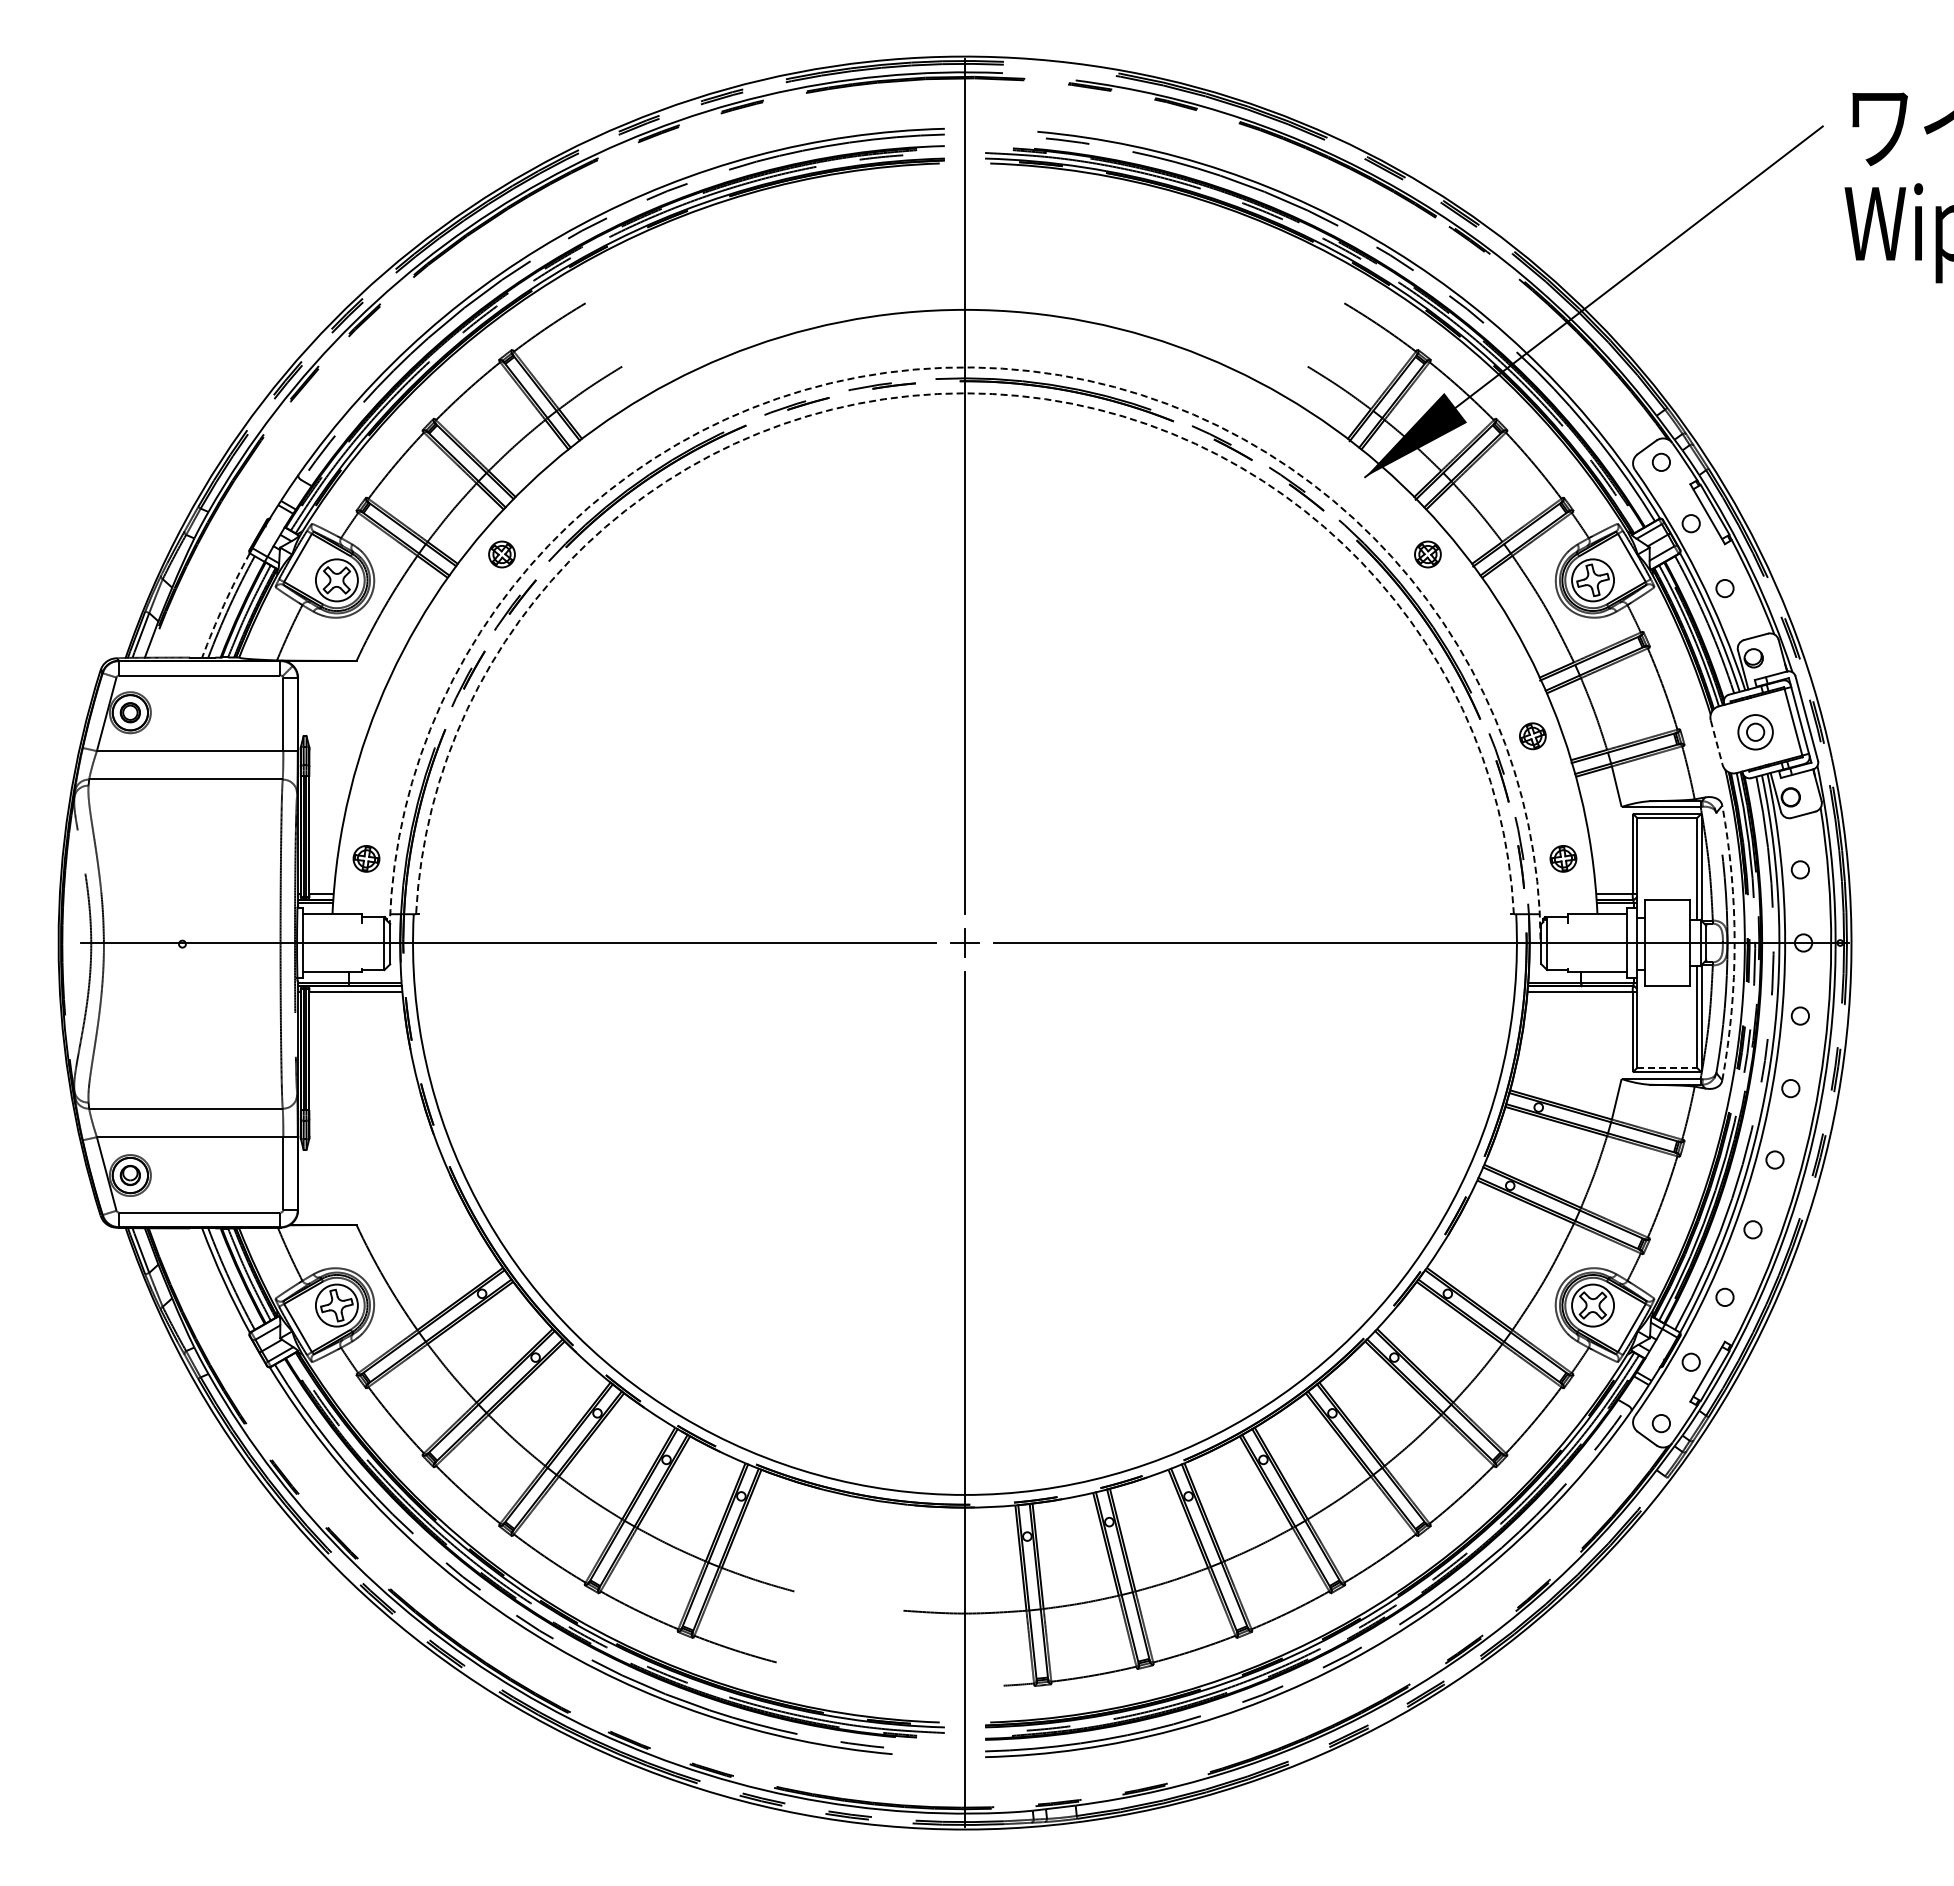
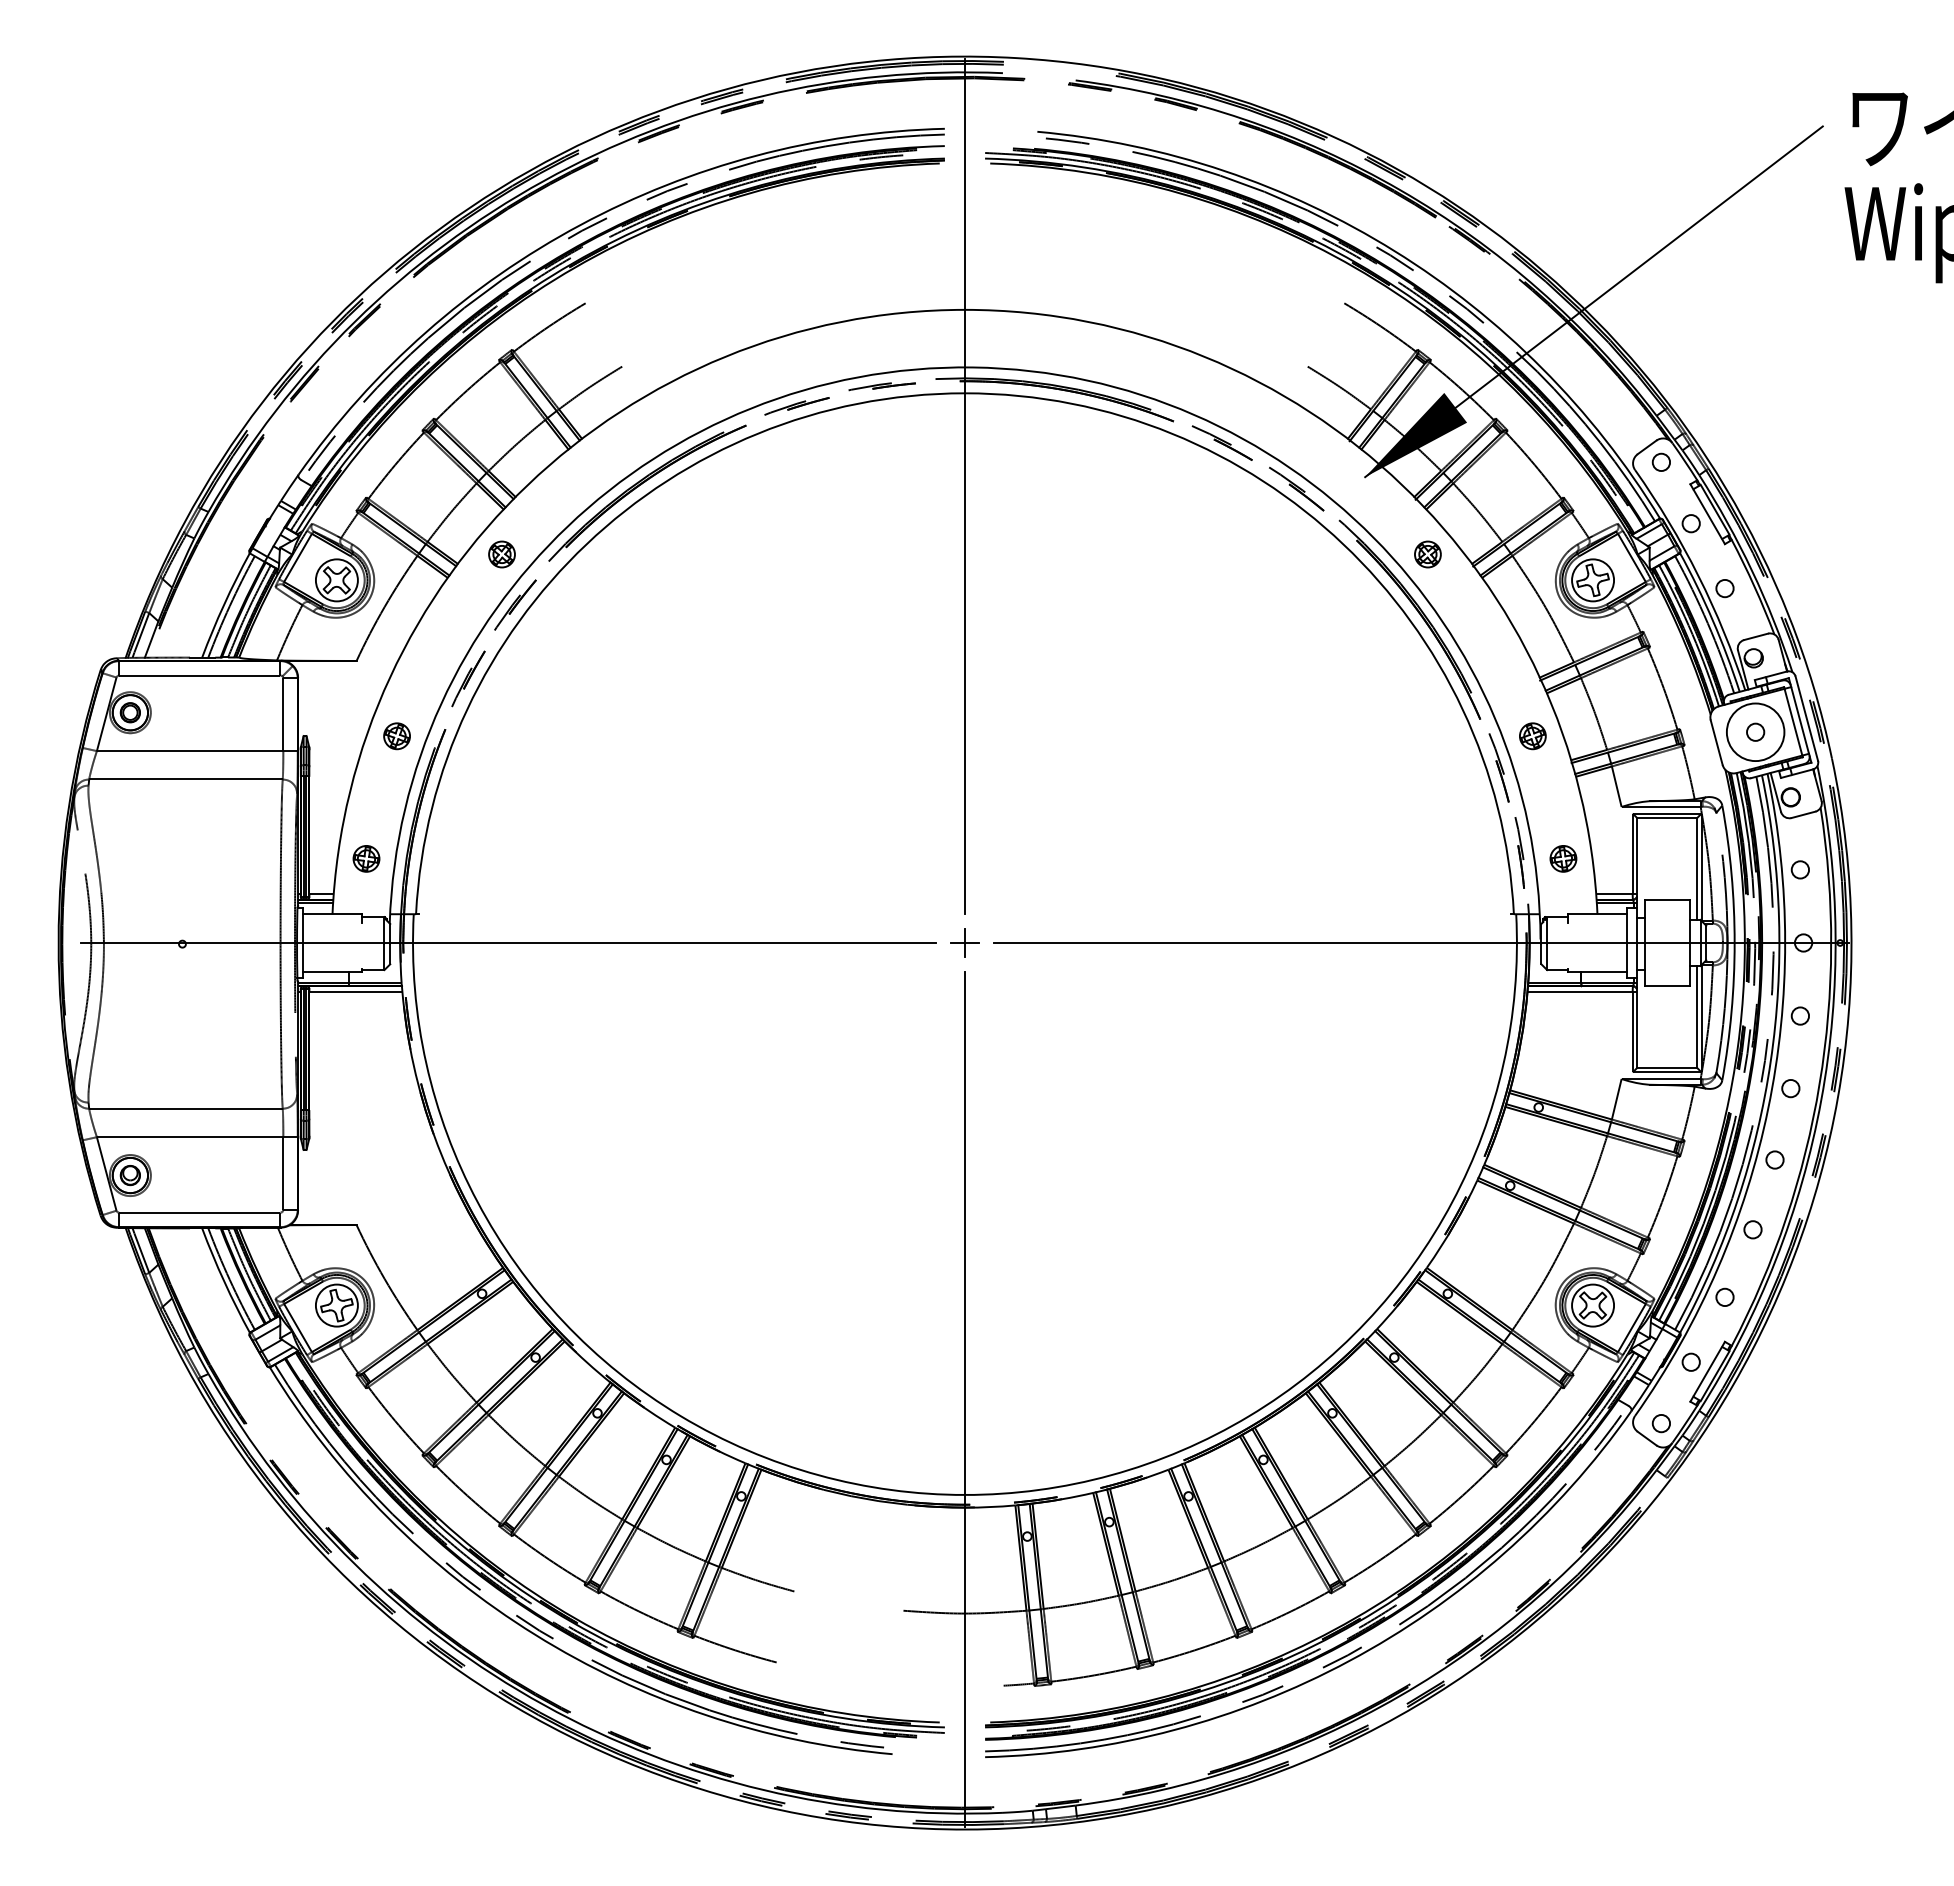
arc at (973, 367): dashed -> solid
arc at (964, 393): dashed -> solid
arc at (224, 604): dashed -> solid
circle at (1755, 732) diameter: 35 px -> 58 px
part at (396, 736): none -> present
line at (1716, 743): dashed -> solid
arc at (1734, 943): dashed -> solid
line at (1667, 1067): dashed -> solid
